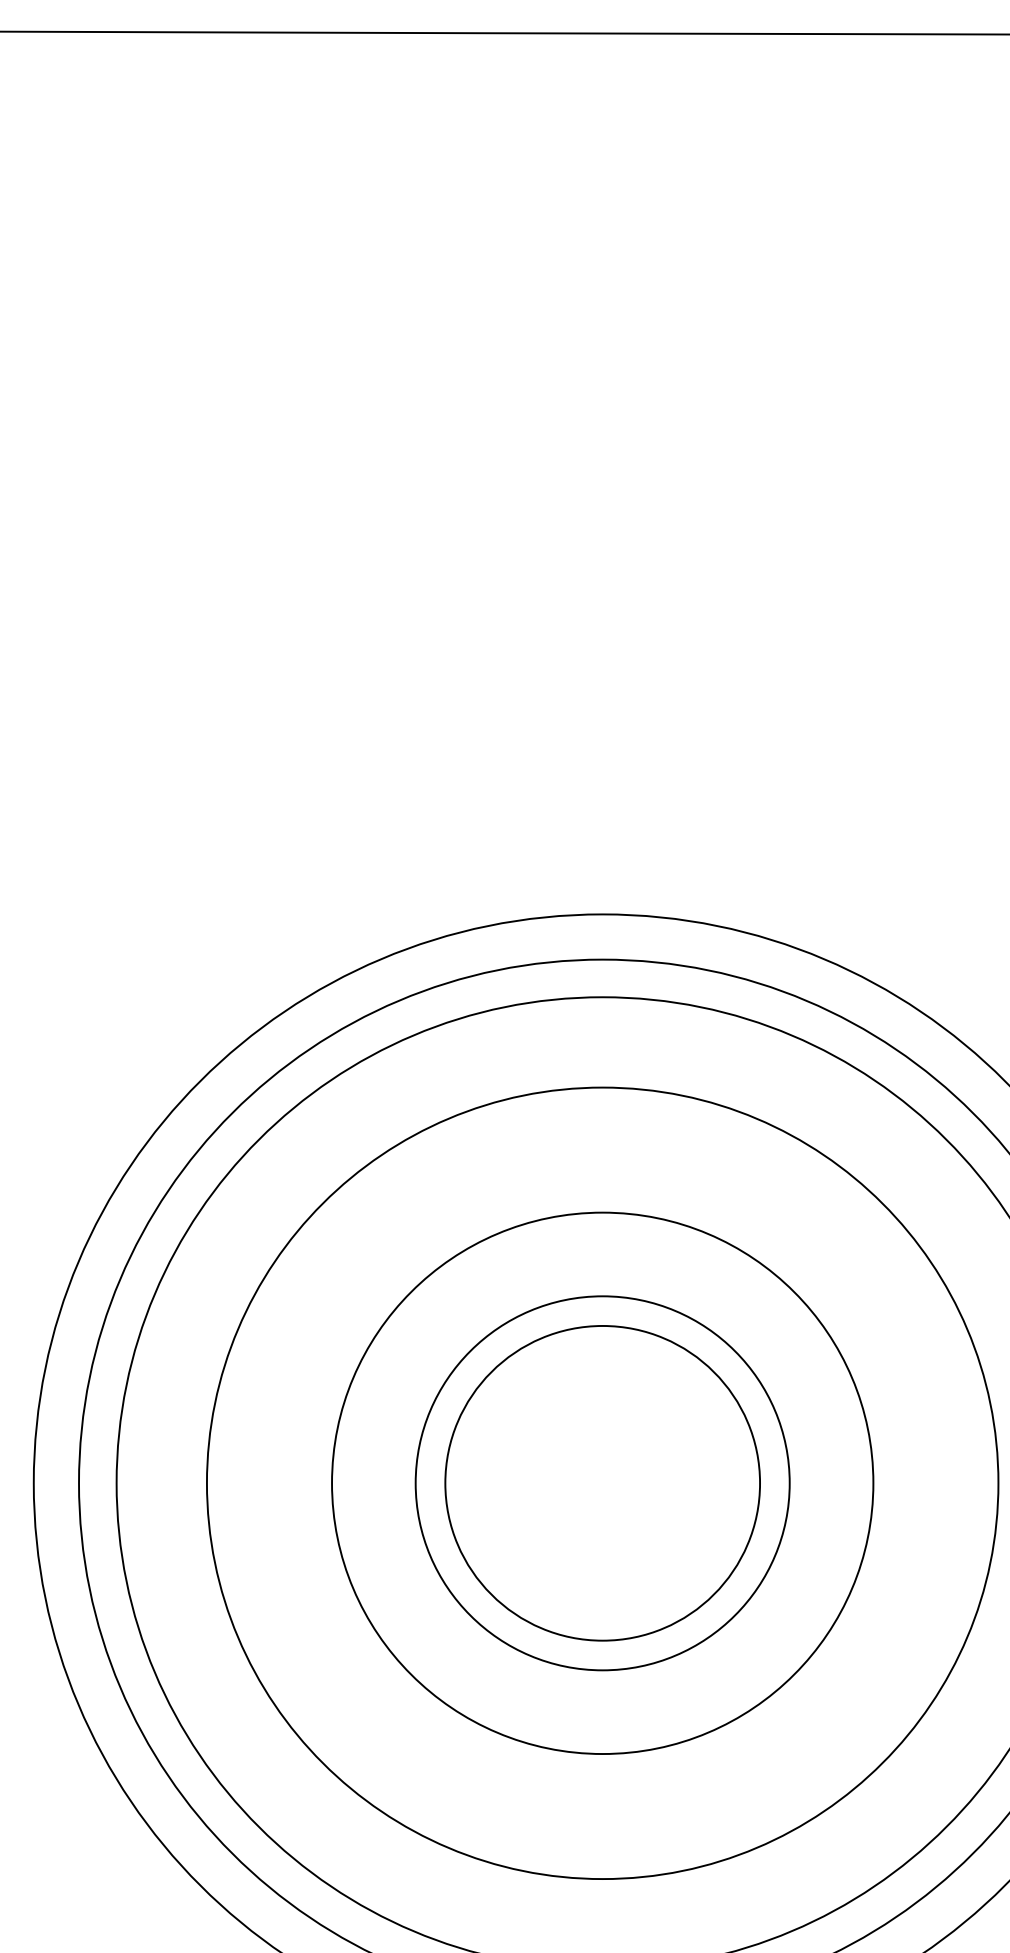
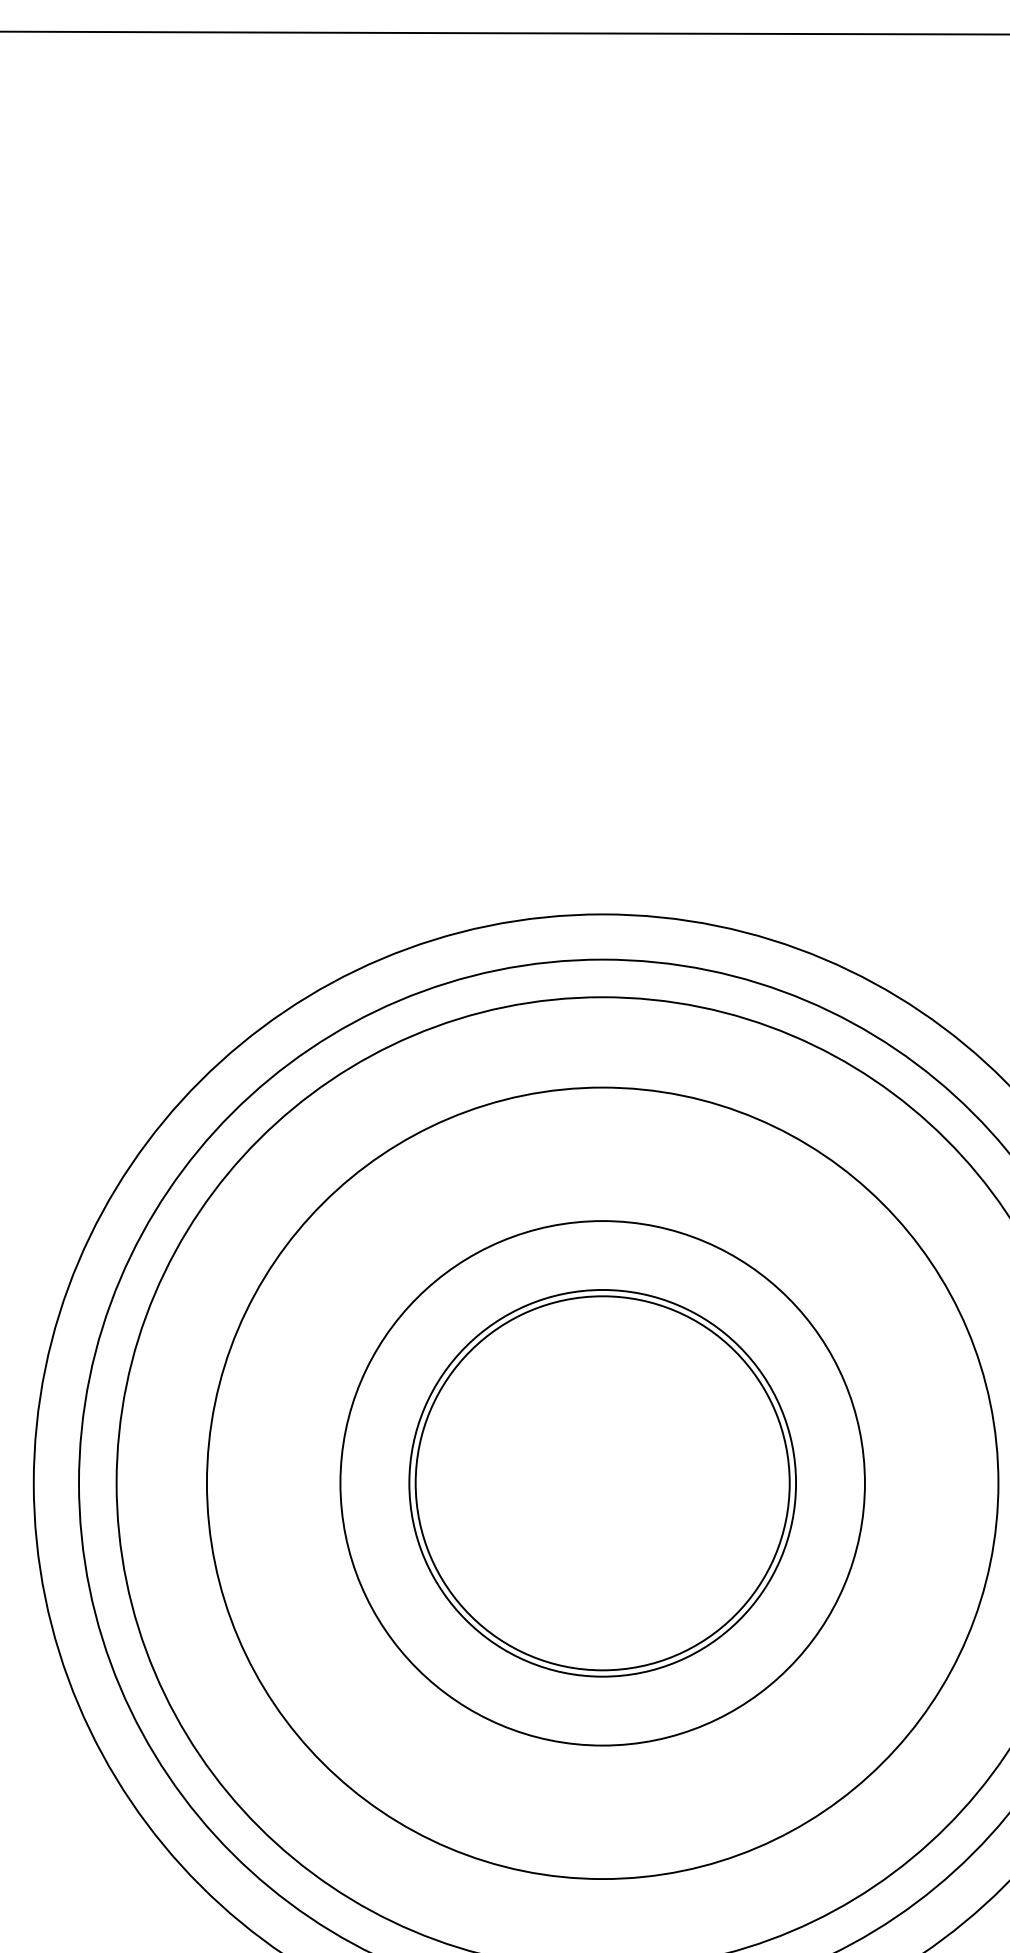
circle at (602, 1482) diameter: 315 px -> 525 px
circle at (602, 1483) diameter: 541 px -> 387 px
